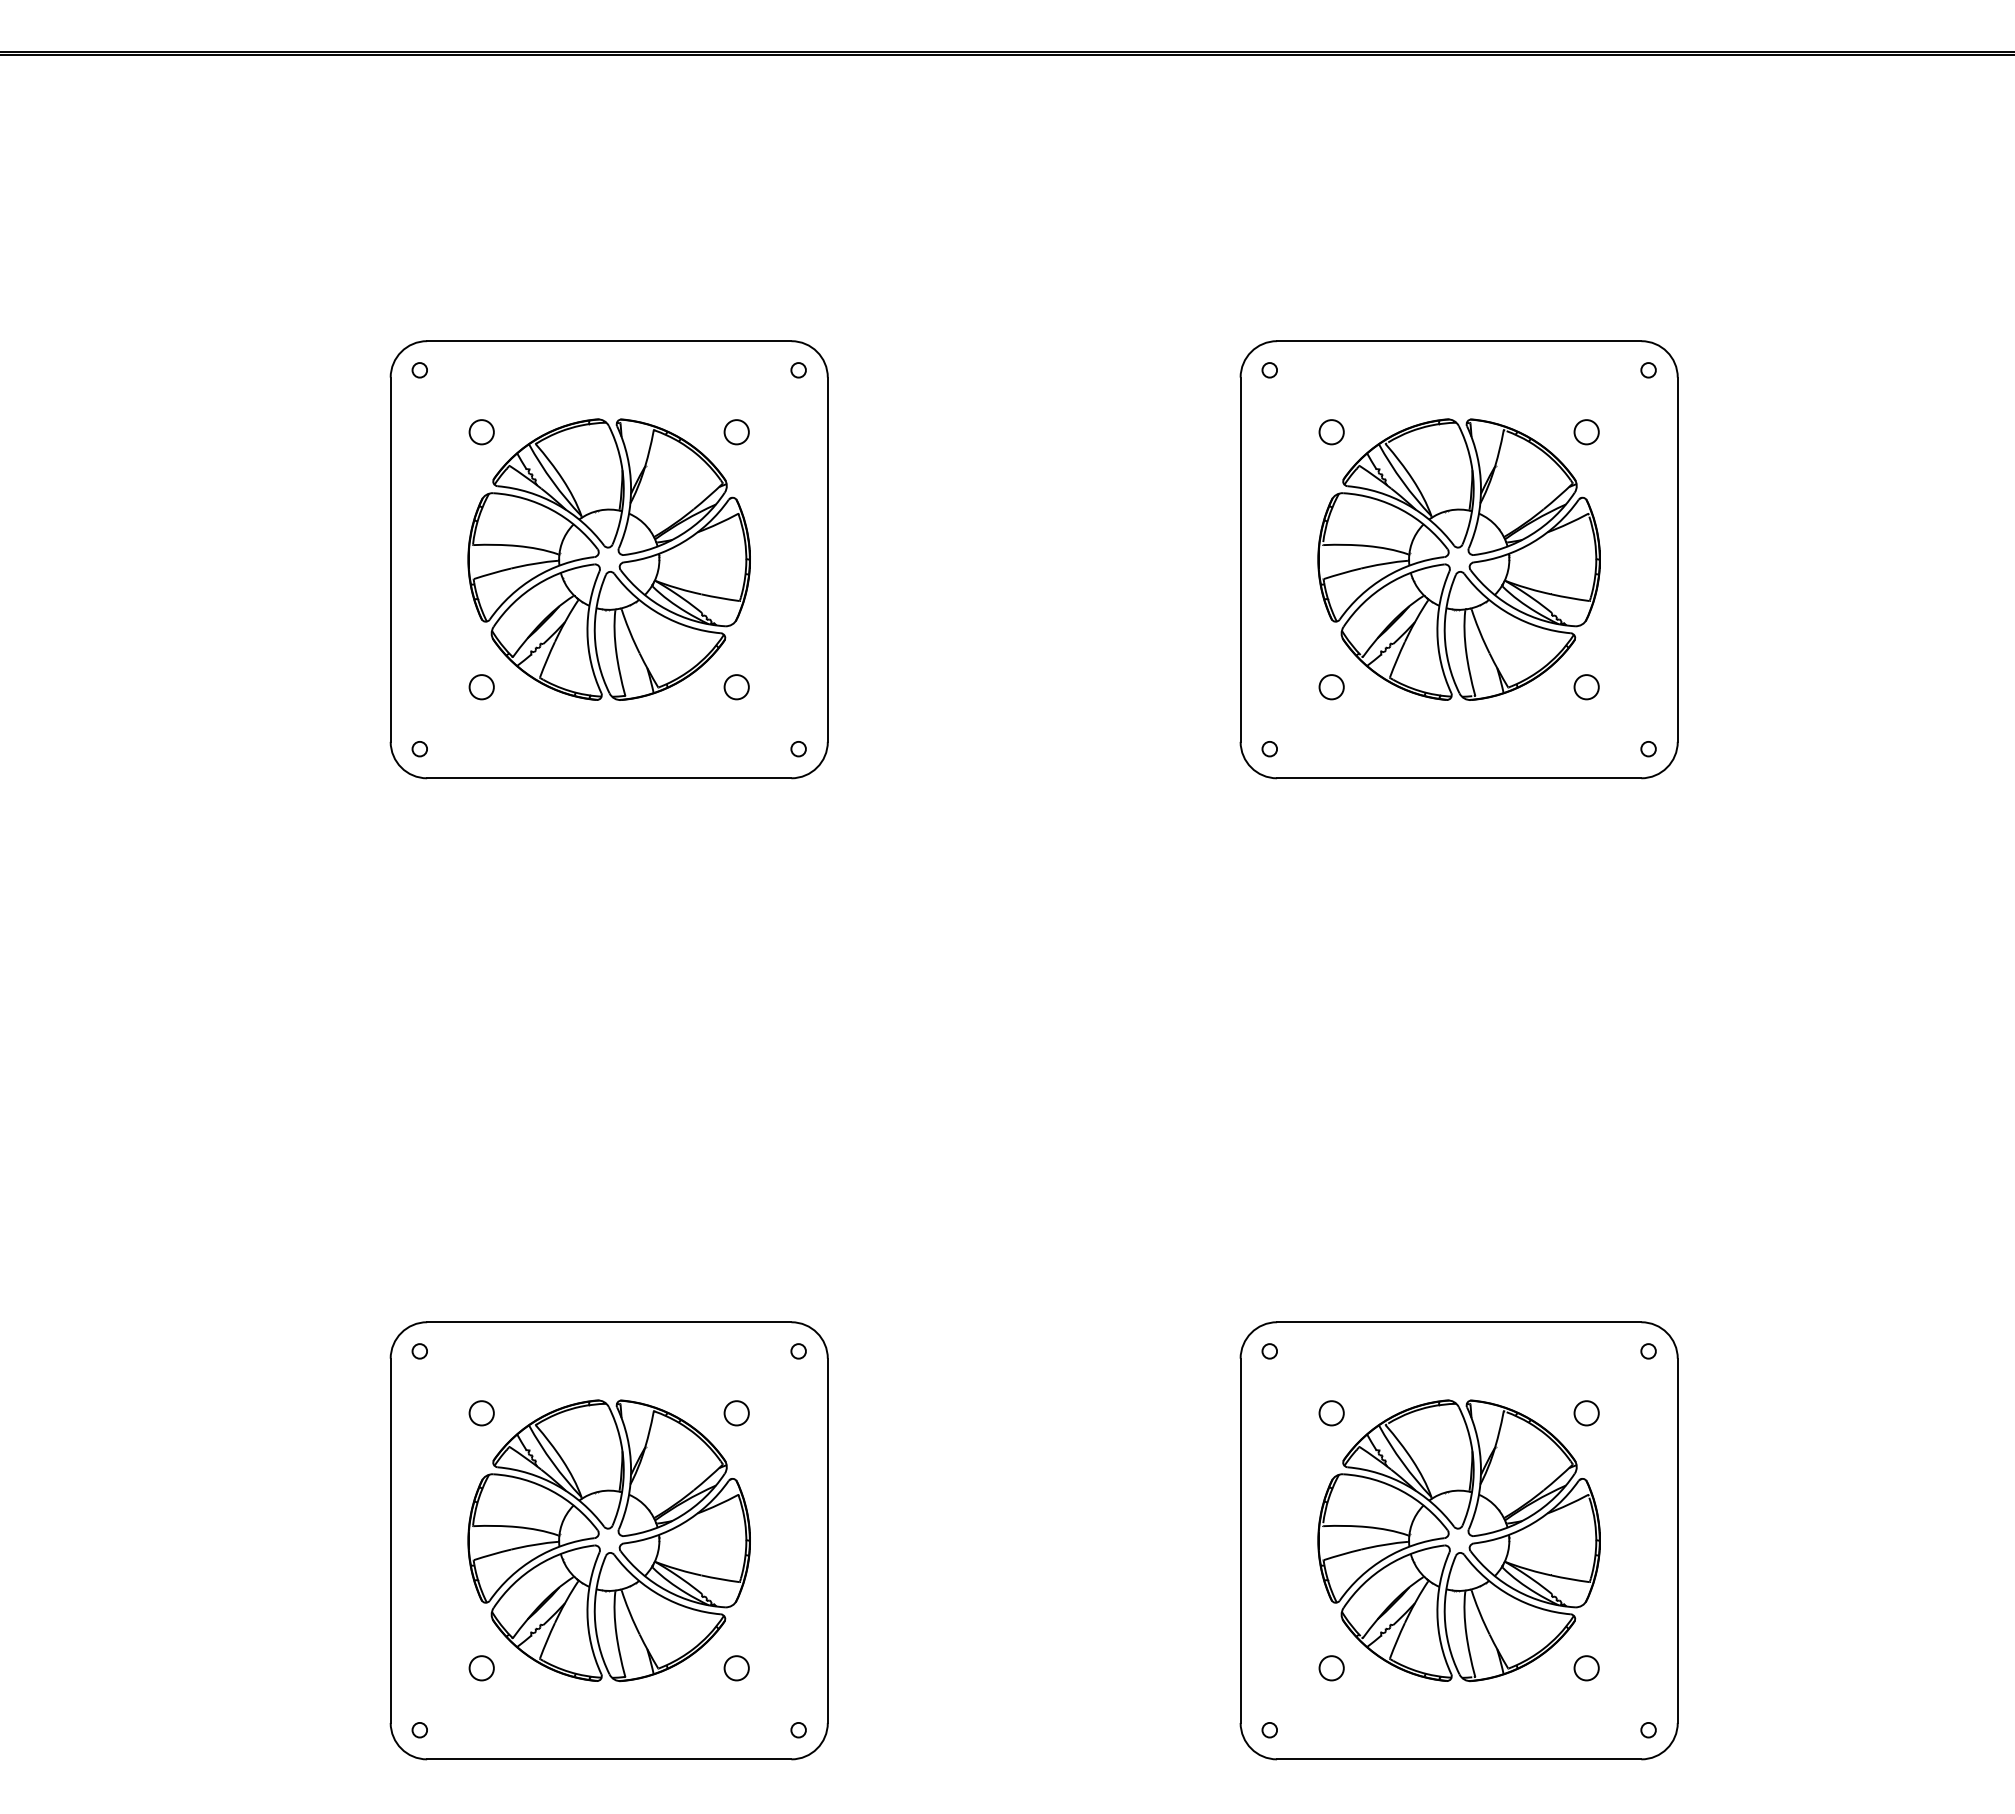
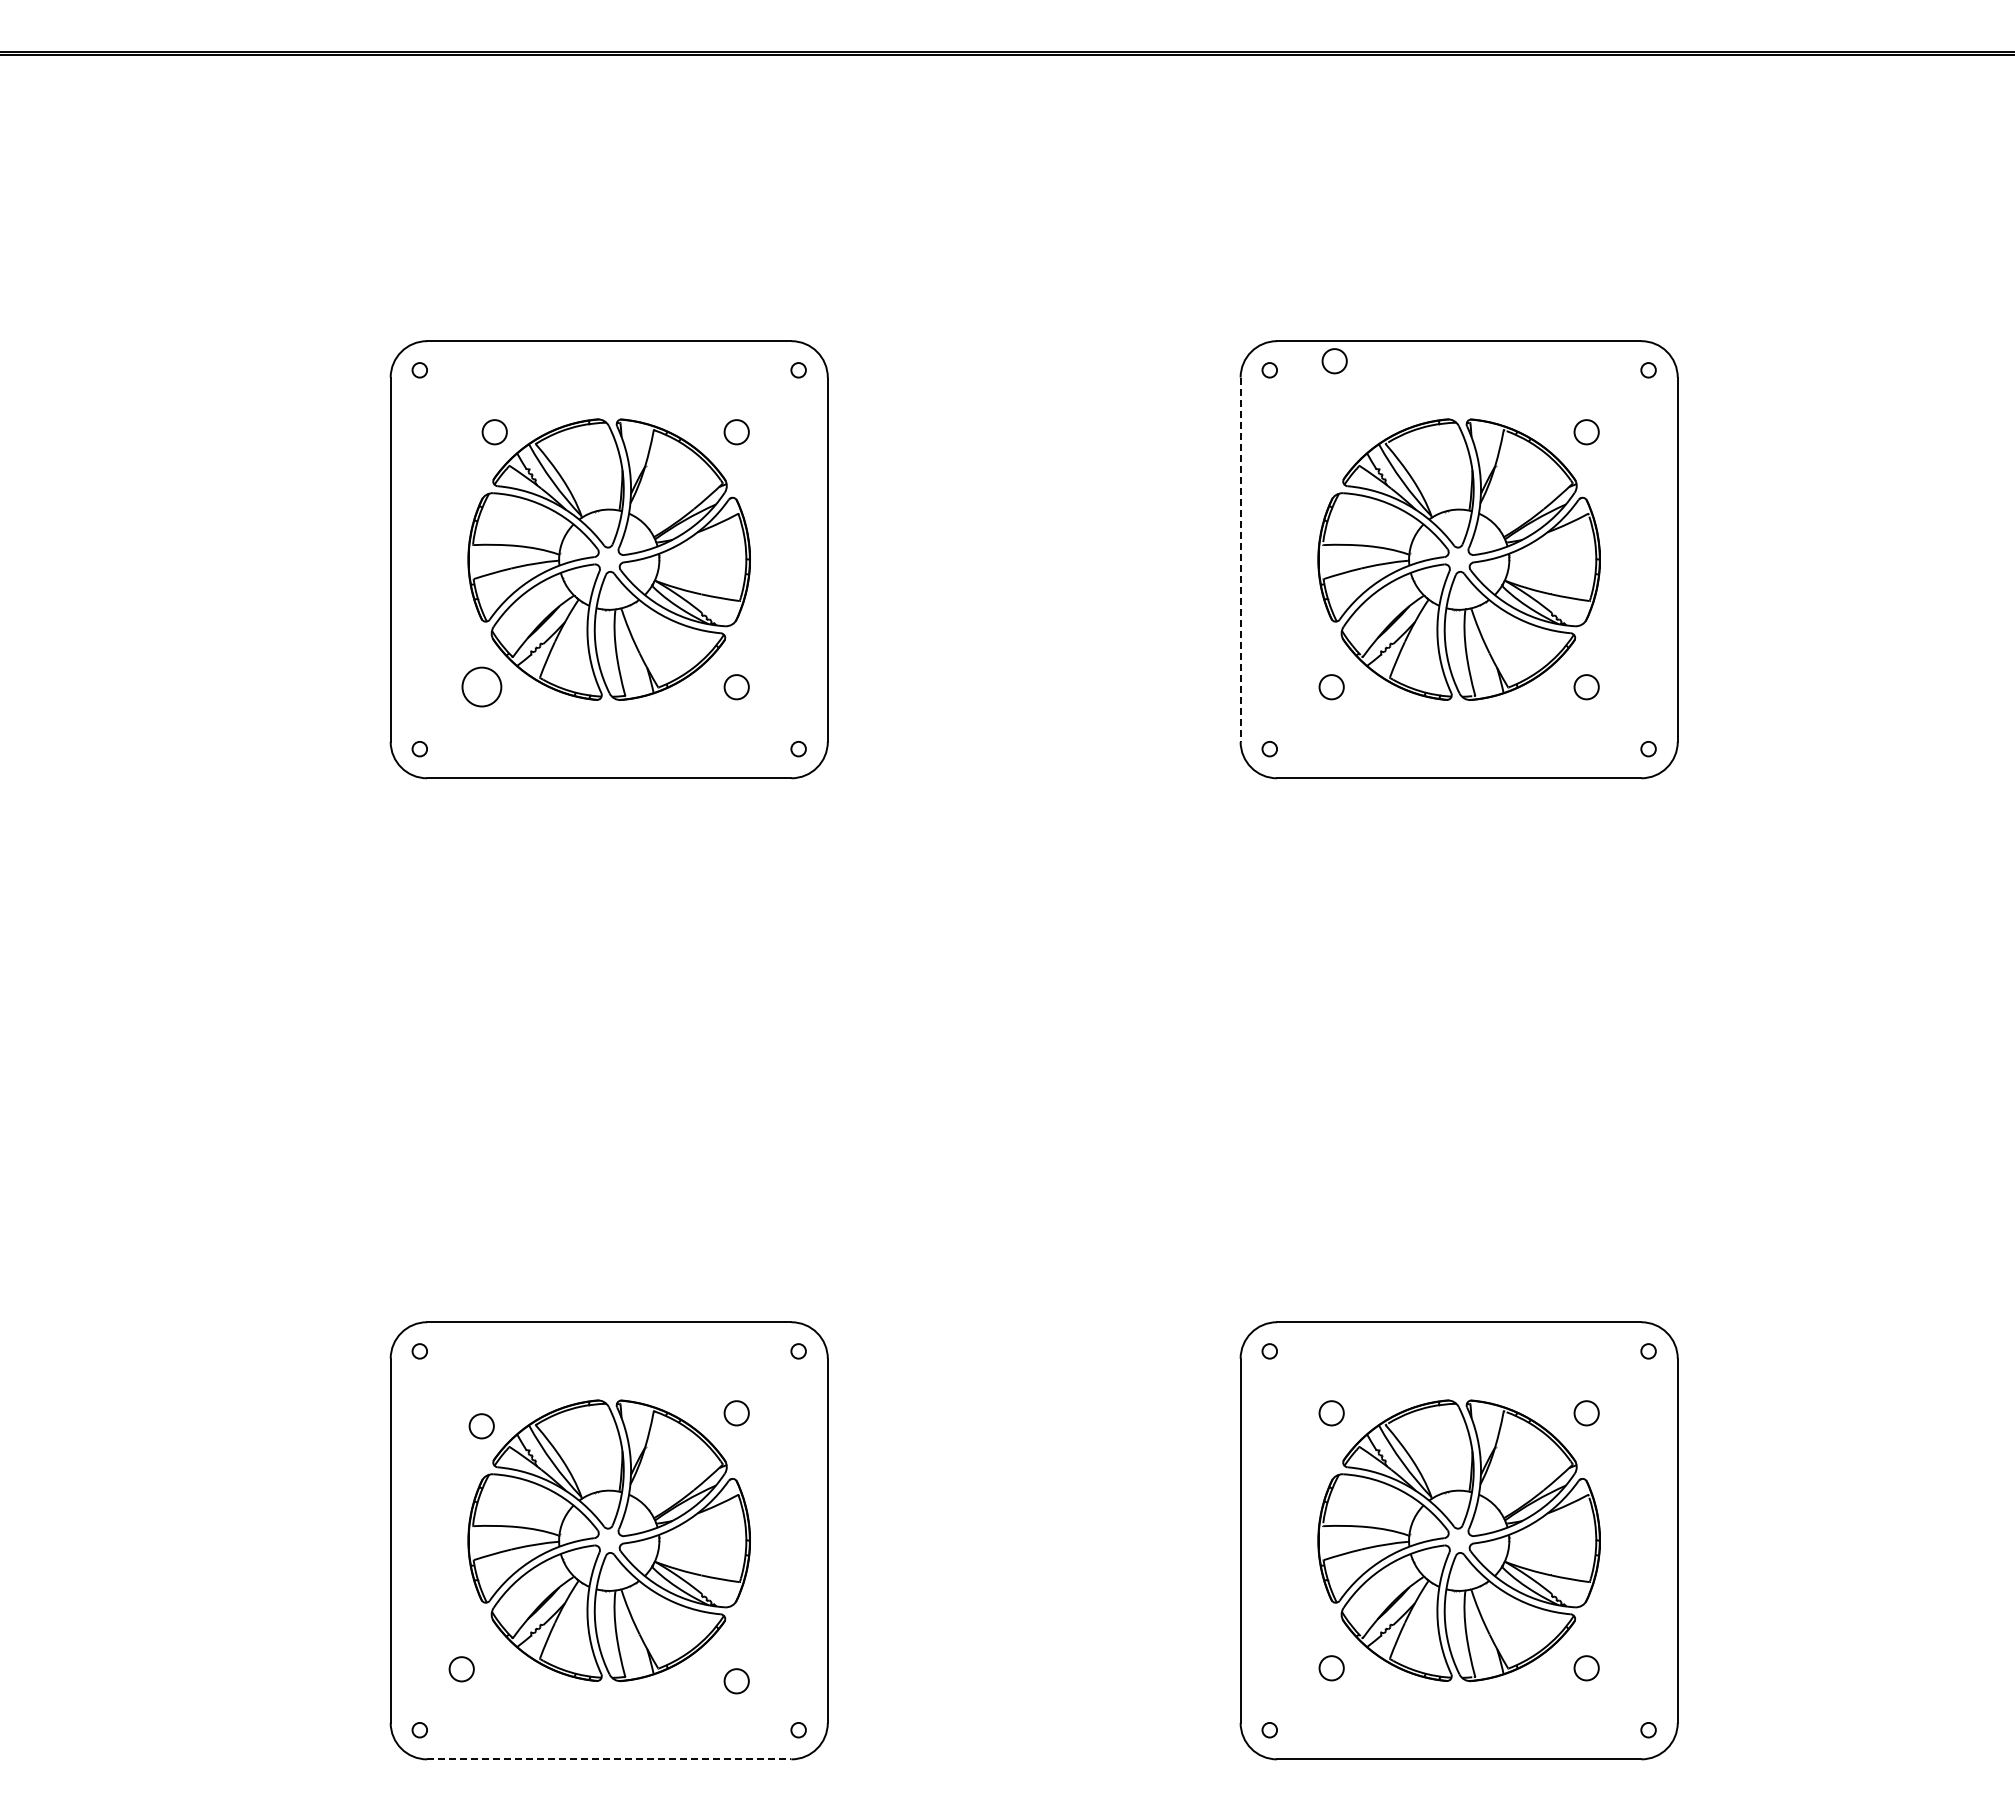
circle at (481, 432) position: (481, 432) -> (494, 432)
circle at (1331, 432) position: (1331, 432) -> (1334, 361)
line at (1240, 560): solid -> dashed
circle at (481, 687) size: 27x27 px -> 42x42 px
circle at (481, 1413) position: (481, 1413) -> (481, 1426)
circle at (481, 1668) position: (481, 1668) -> (461, 1669)
circle at (736, 1668) position: (736, 1668) -> (736, 1681)
line at (609, 1759): solid -> dashed
